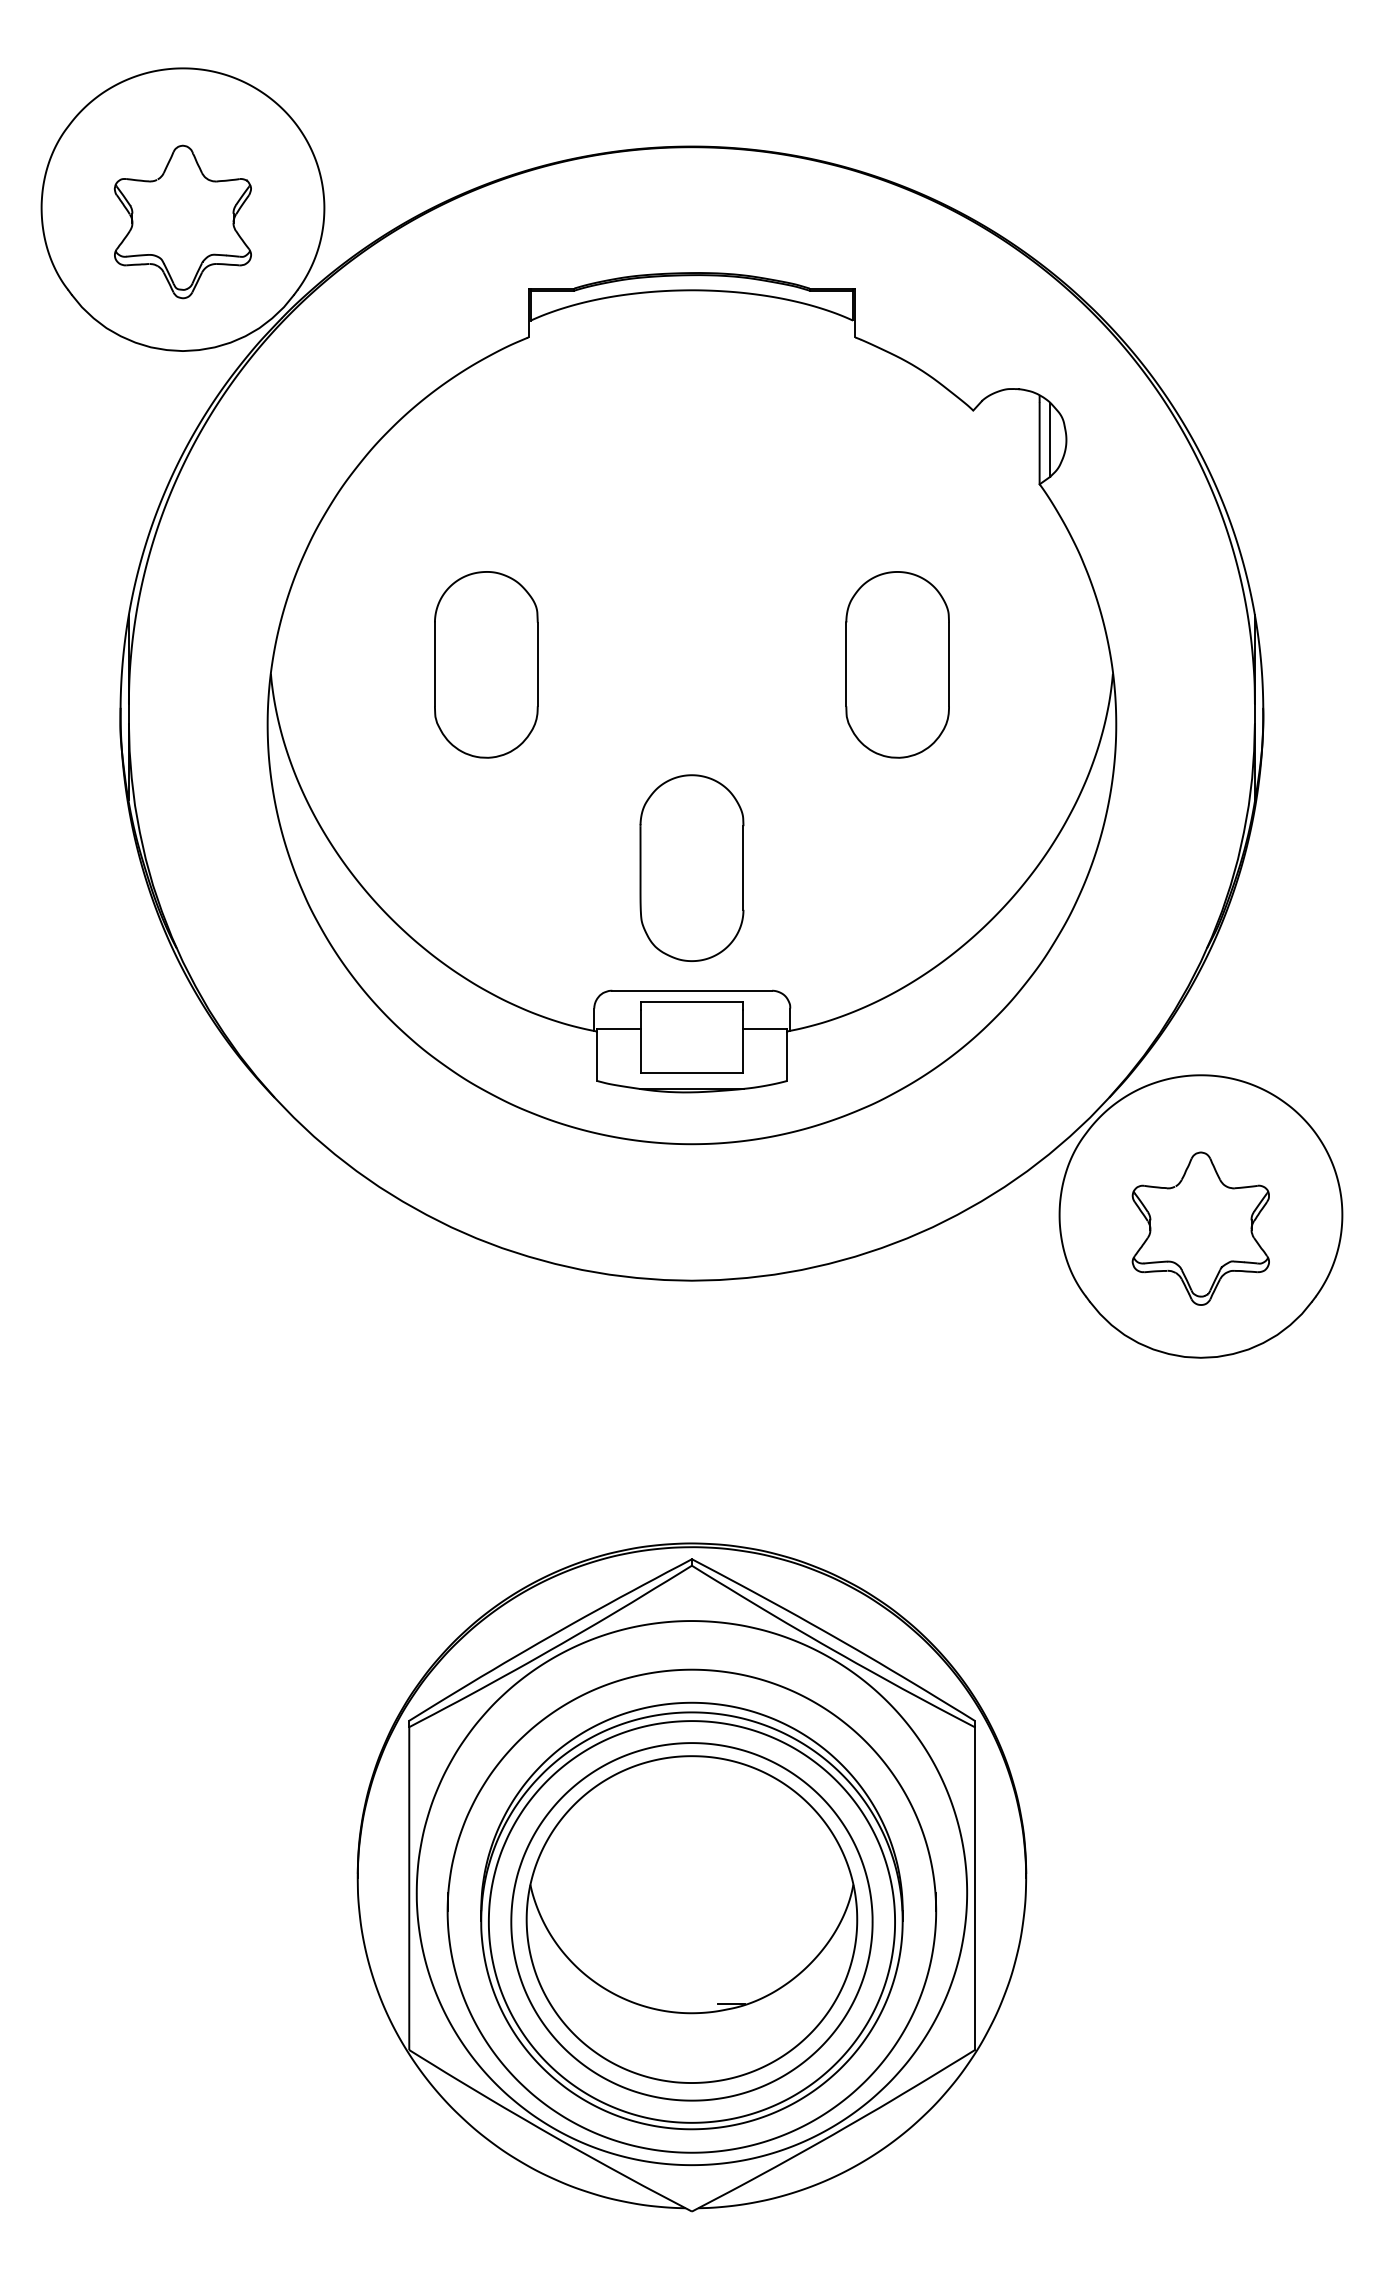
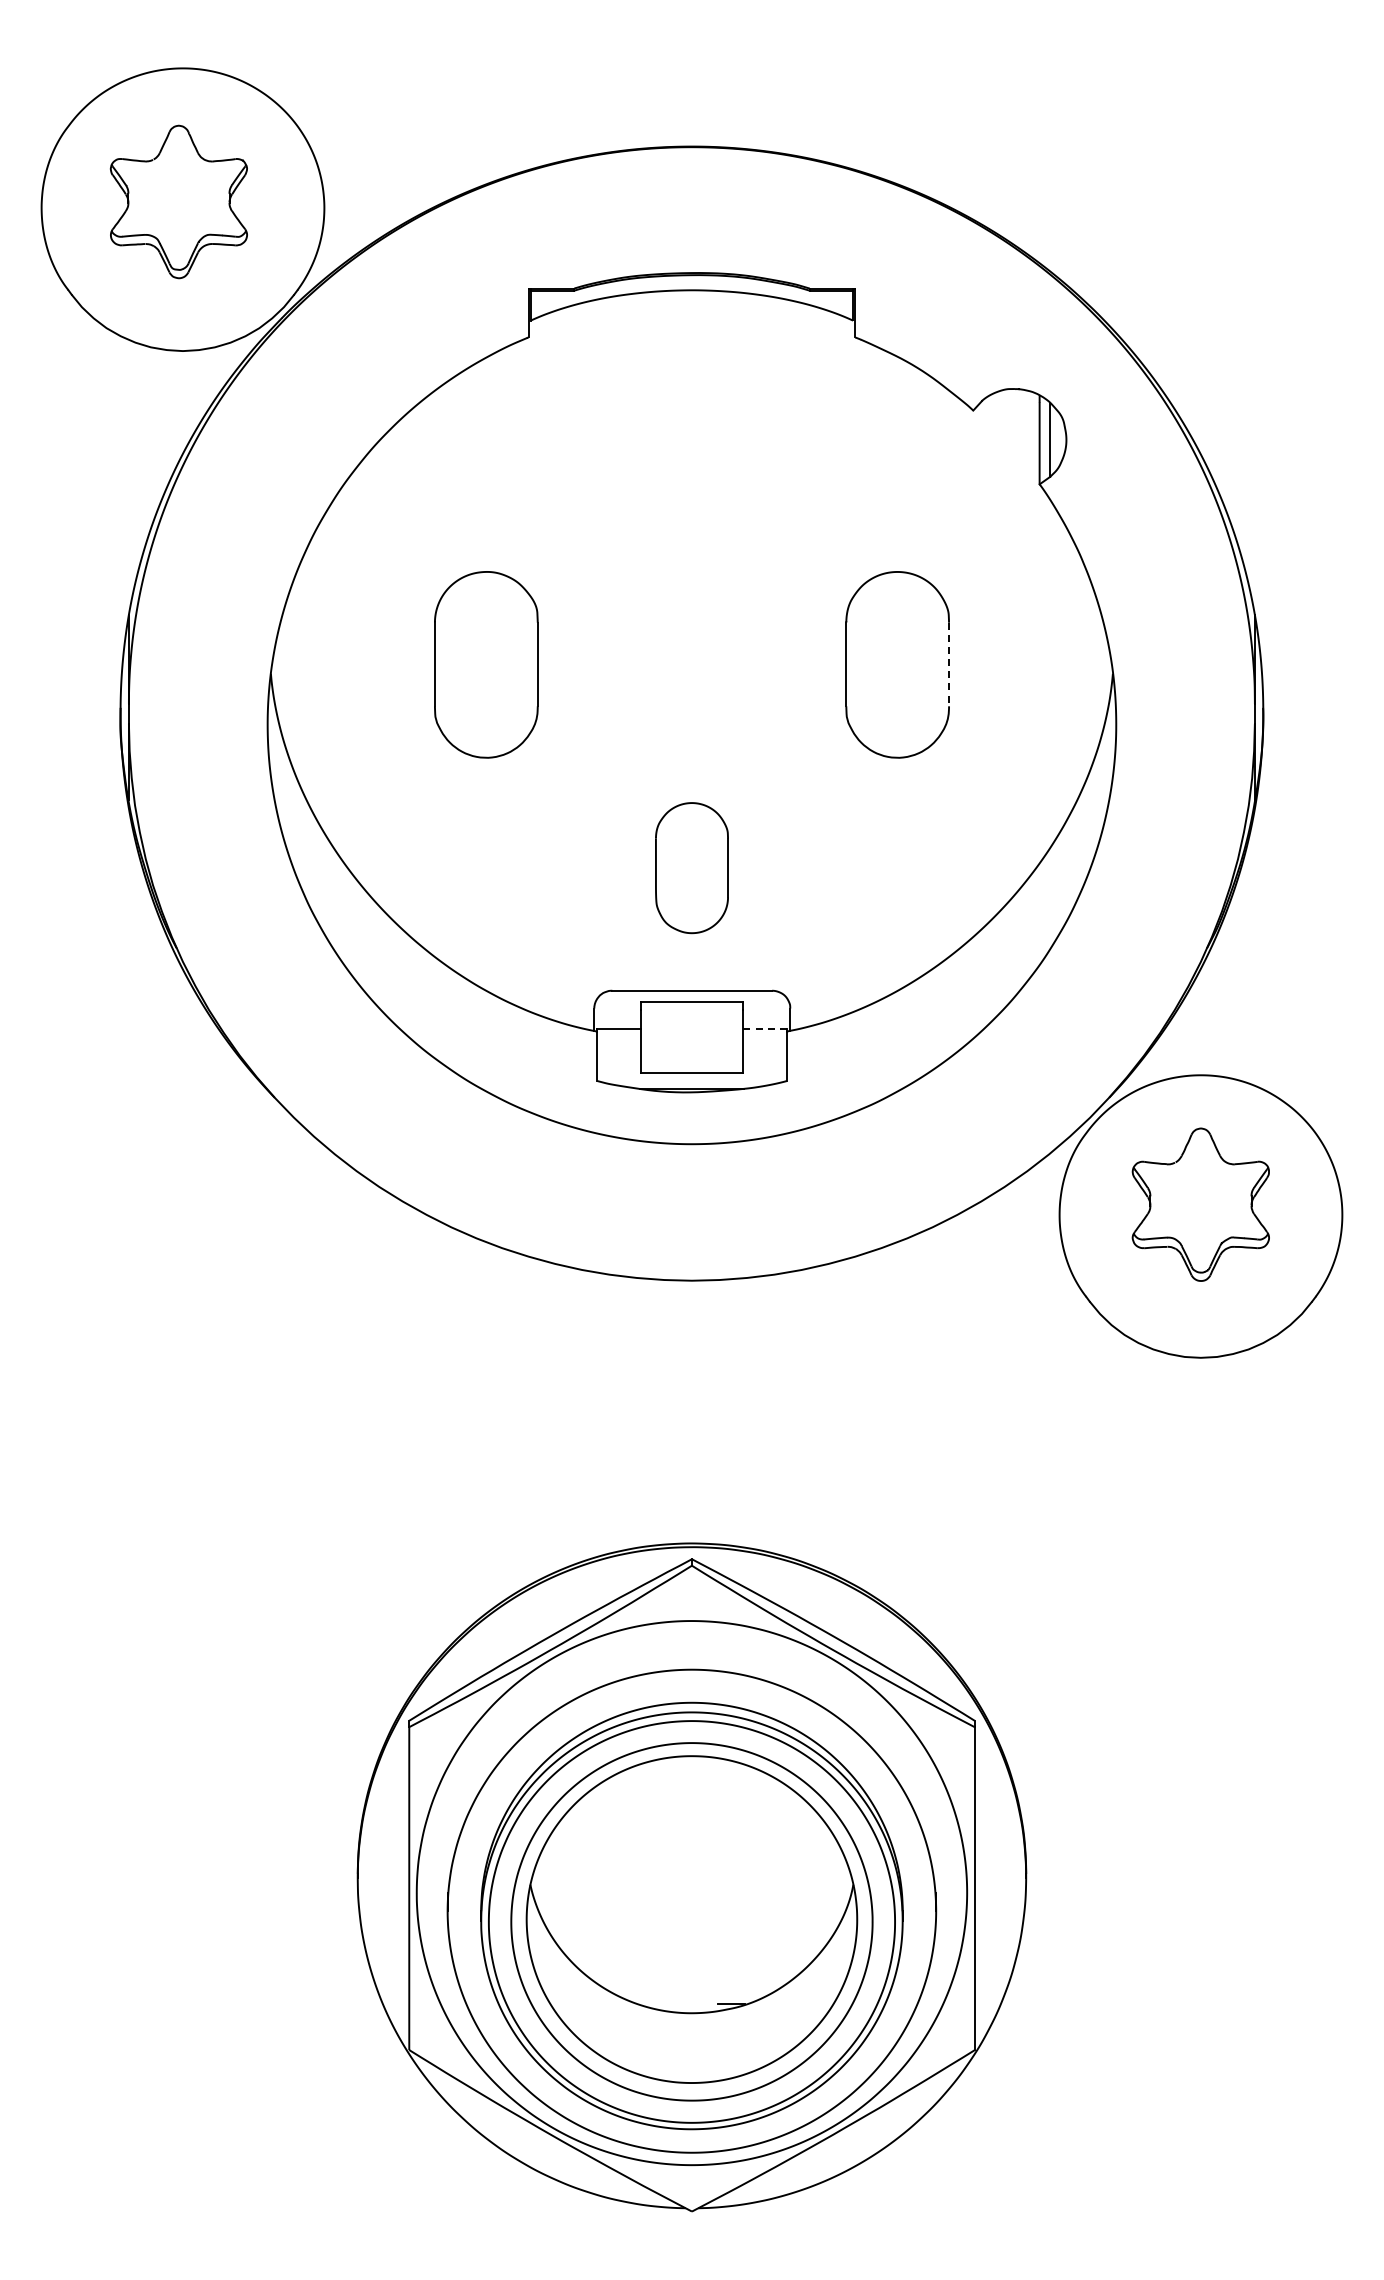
part at (182, 221) position: (182, 221) -> (178, 201)
line at (949, 664): solid -> dashed
part at (691, 867) size: 106x188 px -> 74x133 px
line at (765, 1028): solid -> dashed
part at (1200, 1228) position: (1200, 1228) -> (1200, 1204)
